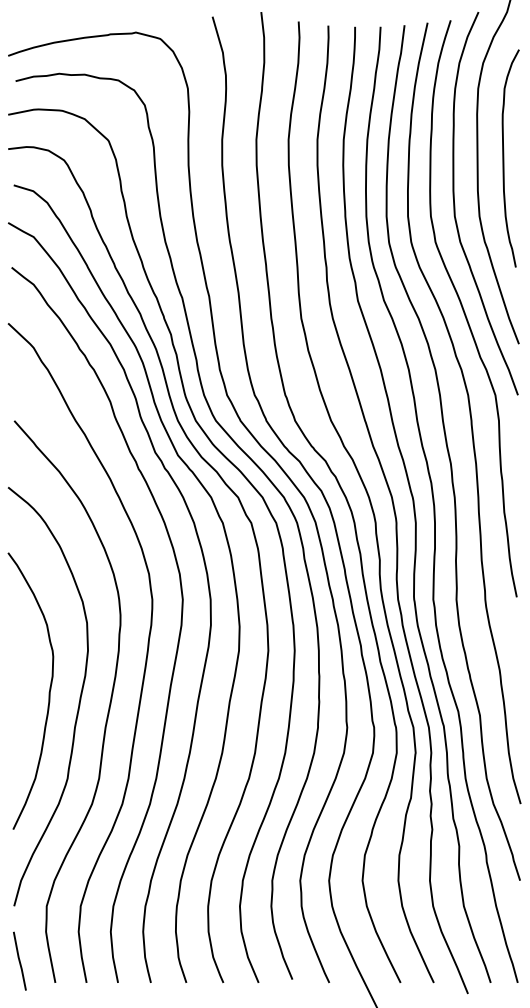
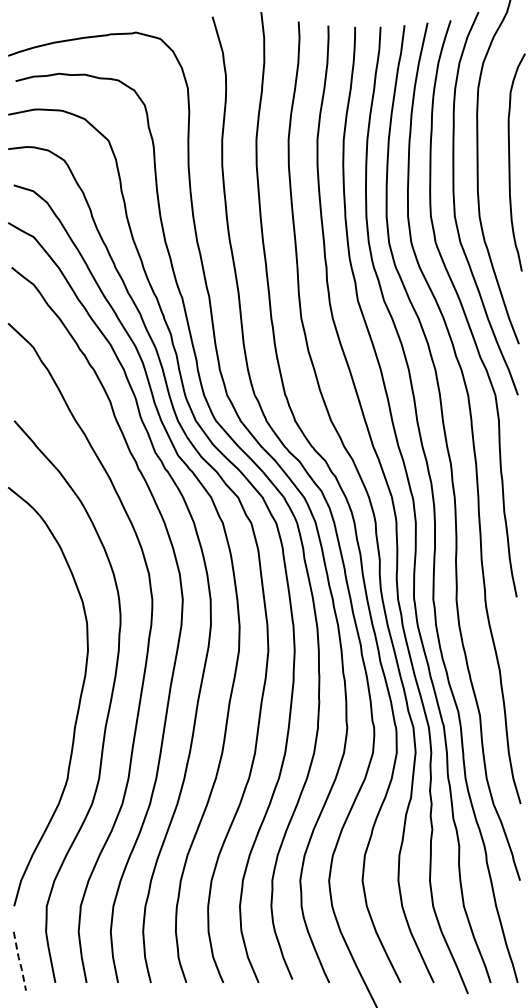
curve at (504, 158) position: (504, 158) -> (510, 162)
curve at (48, 692): present -> none
line at (19, 961): solid -> dashed
